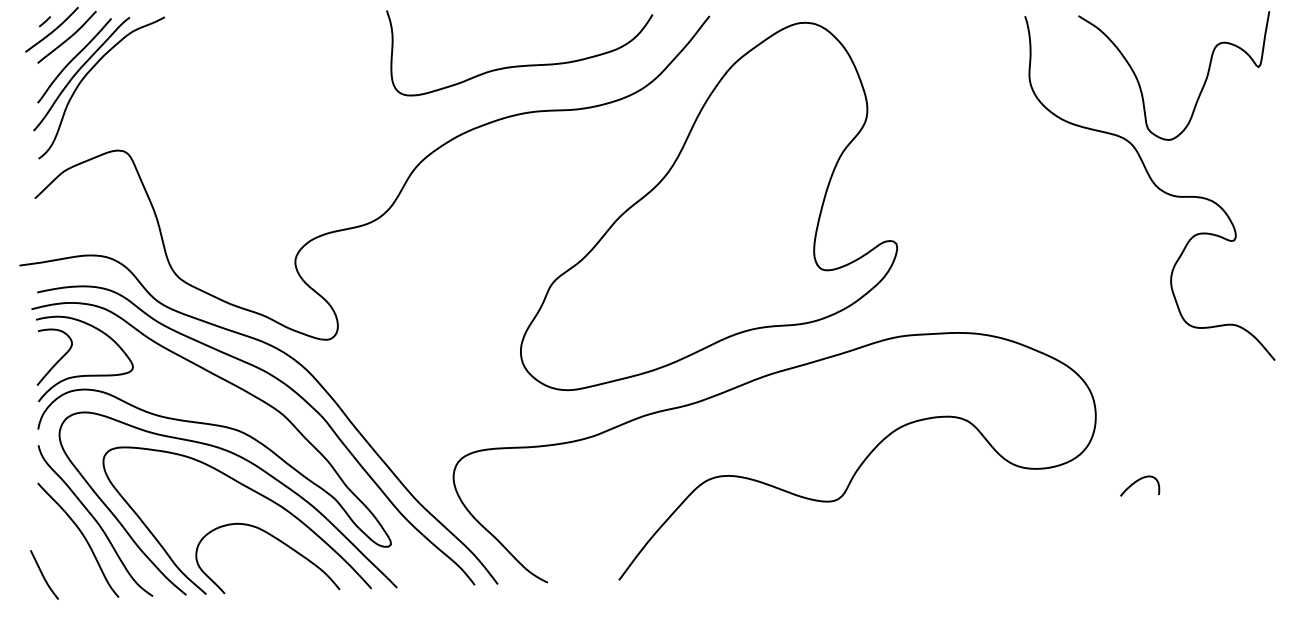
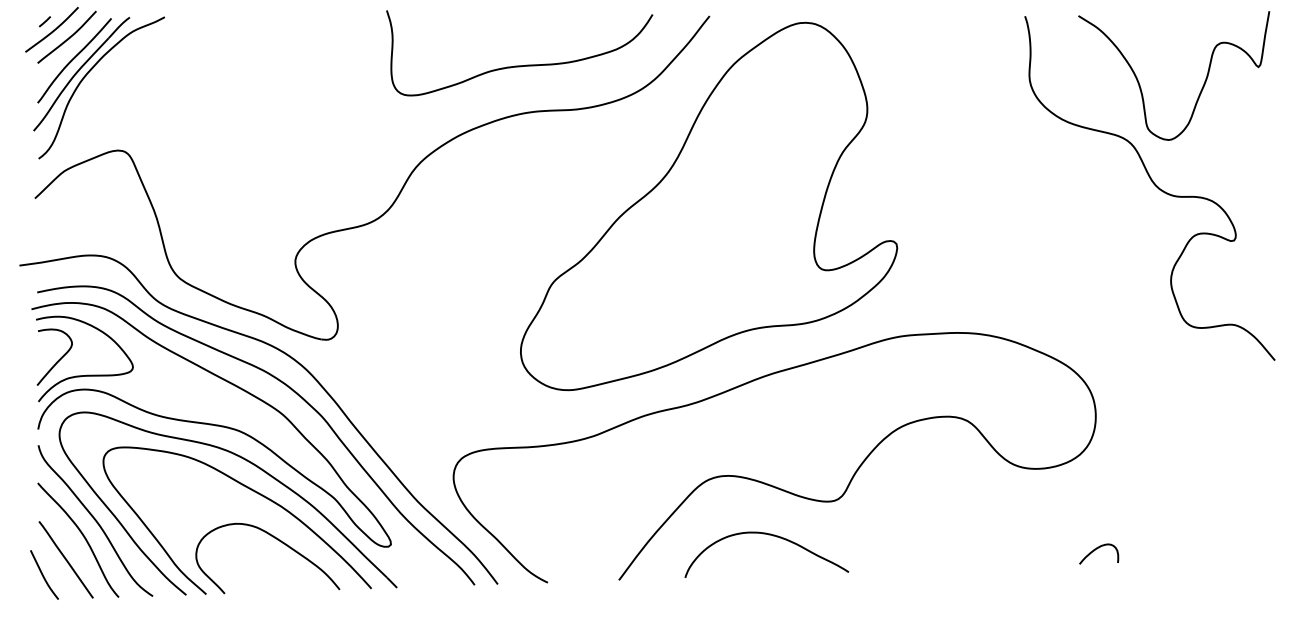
curve at (1138, 481) position: (1138, 481) -> (1097, 549)
curve at (768, 535): none -> present
line at (65, 559): none -> present
